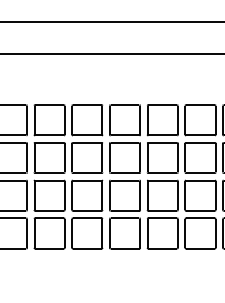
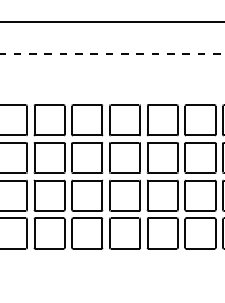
line at (112, 54): solid -> dashed
